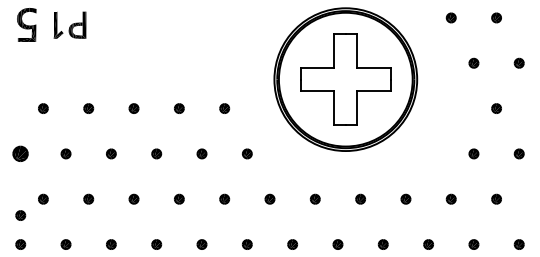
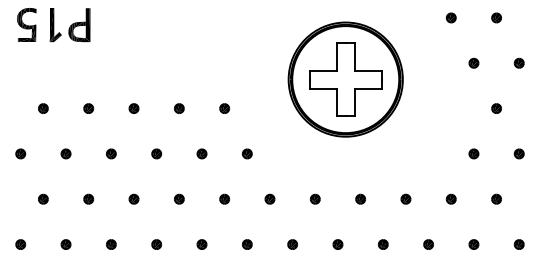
part at (69, 24) size: 34x28 px -> 42x35 px
part at (345, 79) size: 146x145 px -> 117x117 px
part at (20, 153) size: 17x17 px -> 12x12 px
part at (20, 215): present -> none
